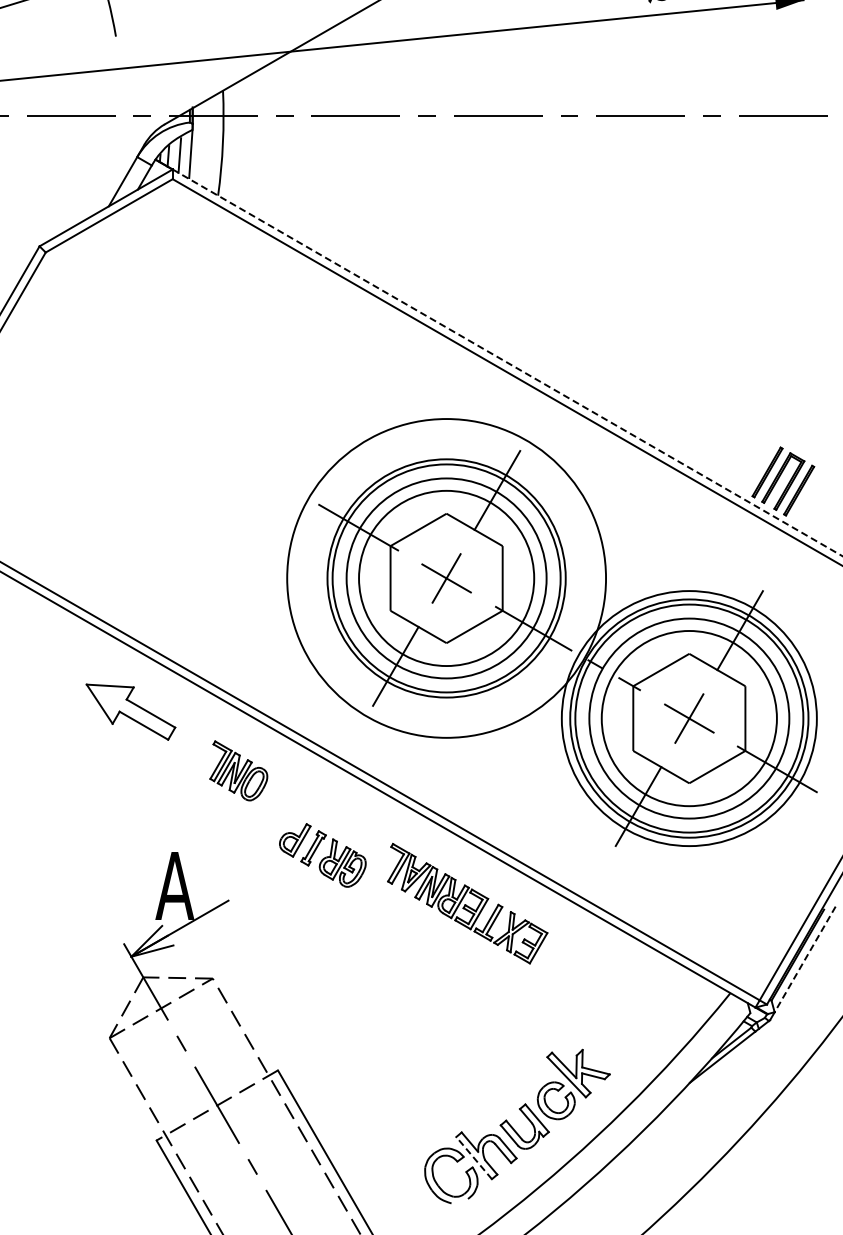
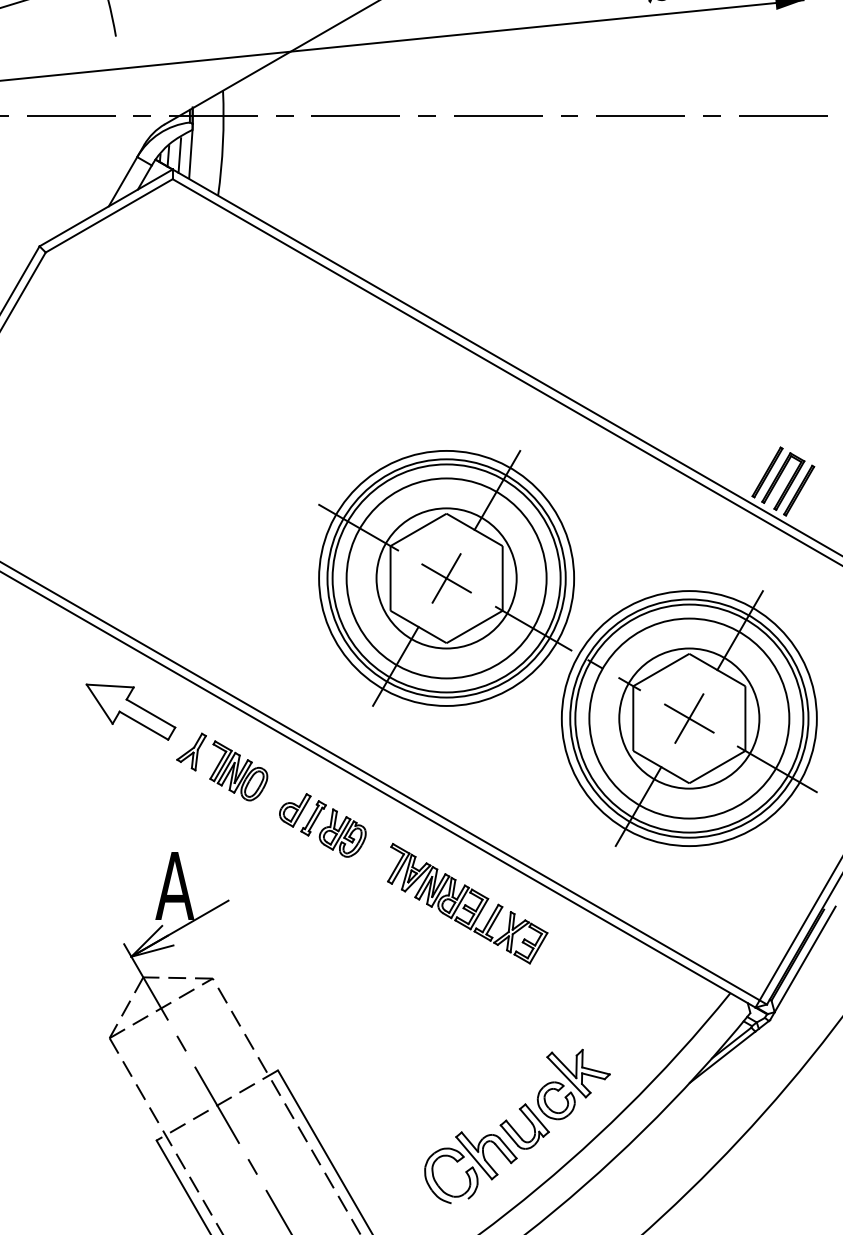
line at (507, 362): dashed -> solid
circle at (446, 578) diameter: 175 px -> 140 px
circle at (446, 578) diameter: 319 px -> 255 px
circle at (688, 718) diameter: 175 px -> 140 px
part at (191, 751): none -> present
part at (322, 855) position: (322, 855) -> (322, 825)
line at (805, 959): dashed -> solid
line at (474, 1158): dashed -> solid
